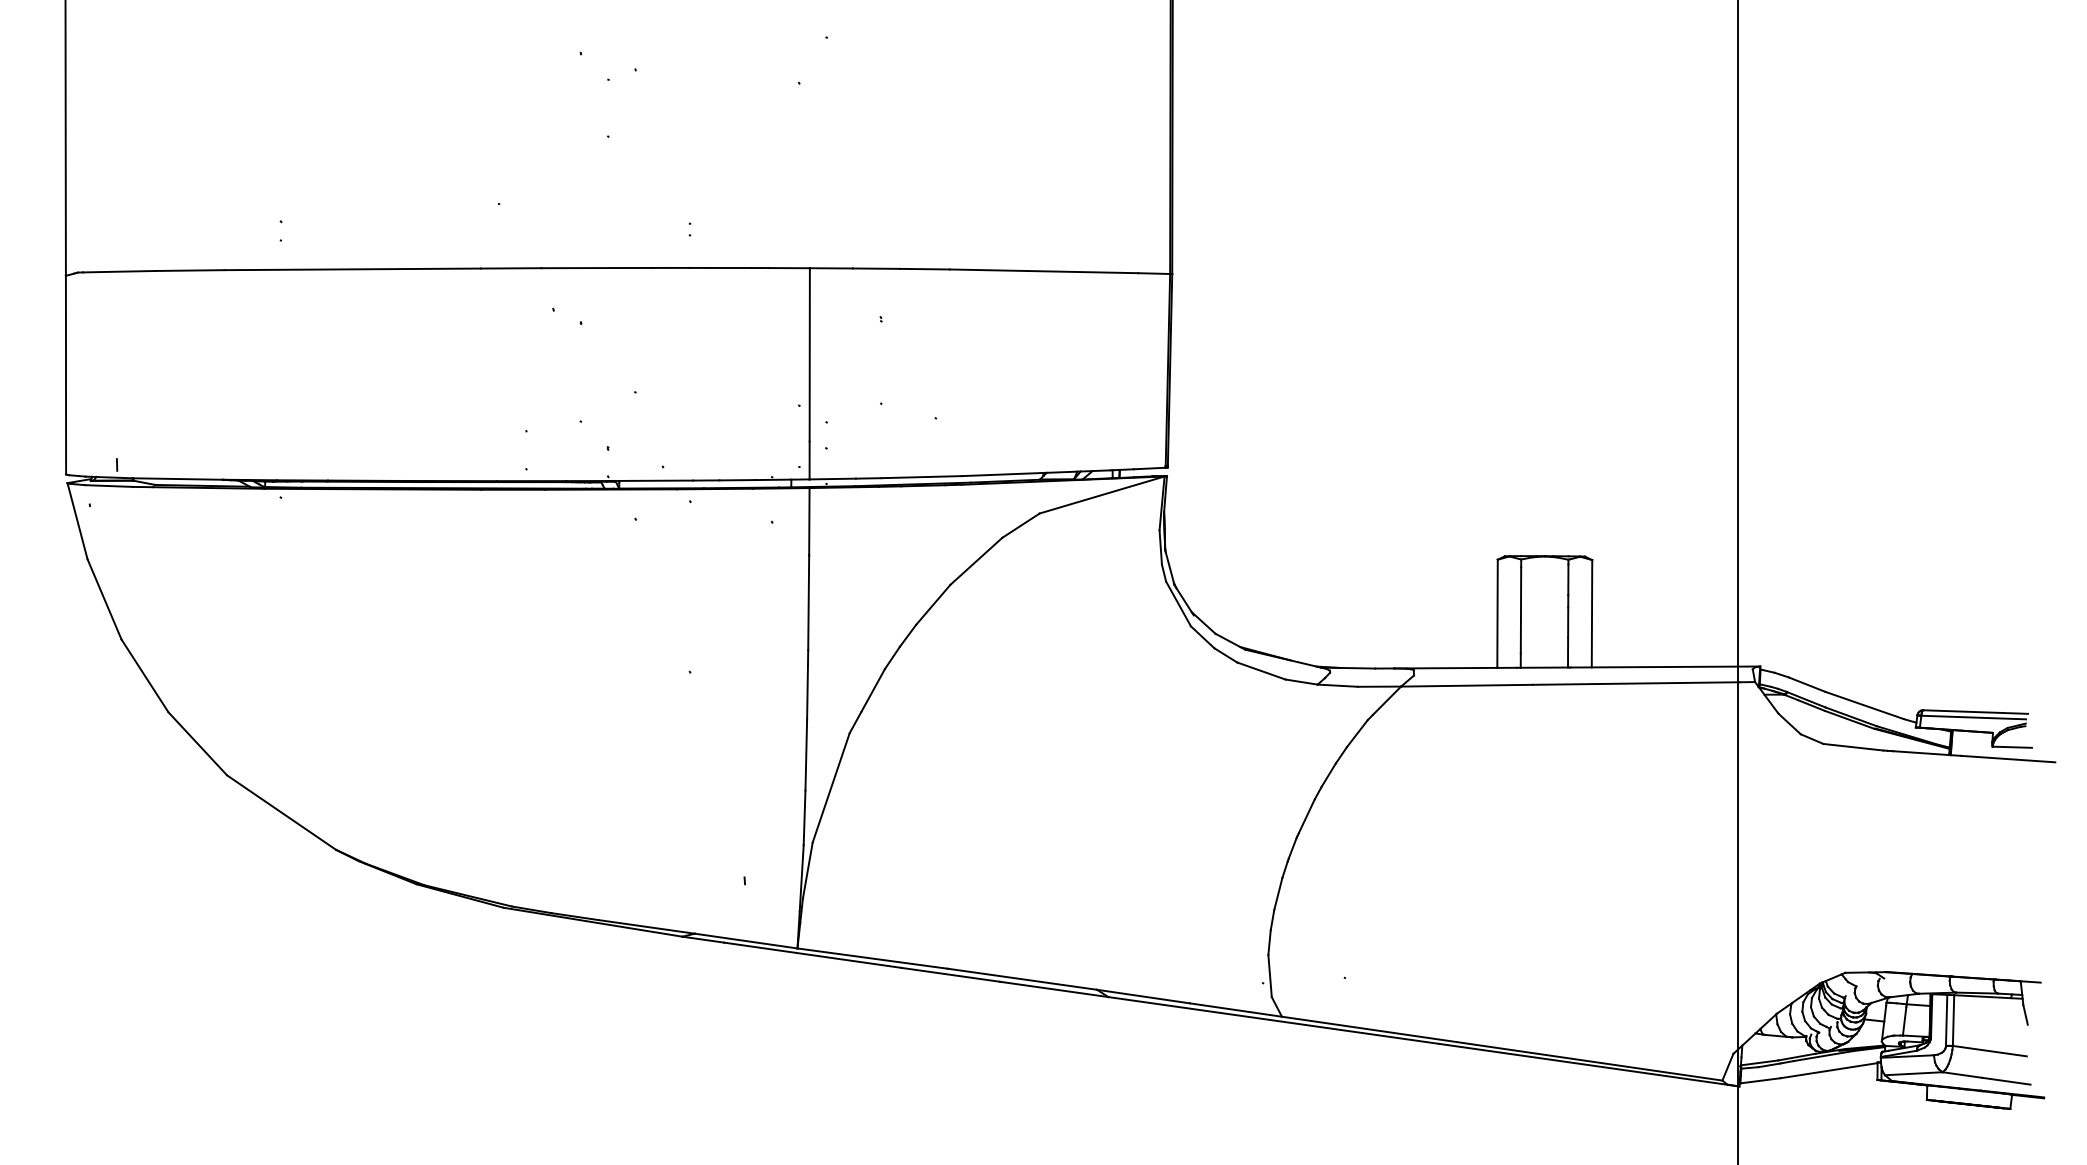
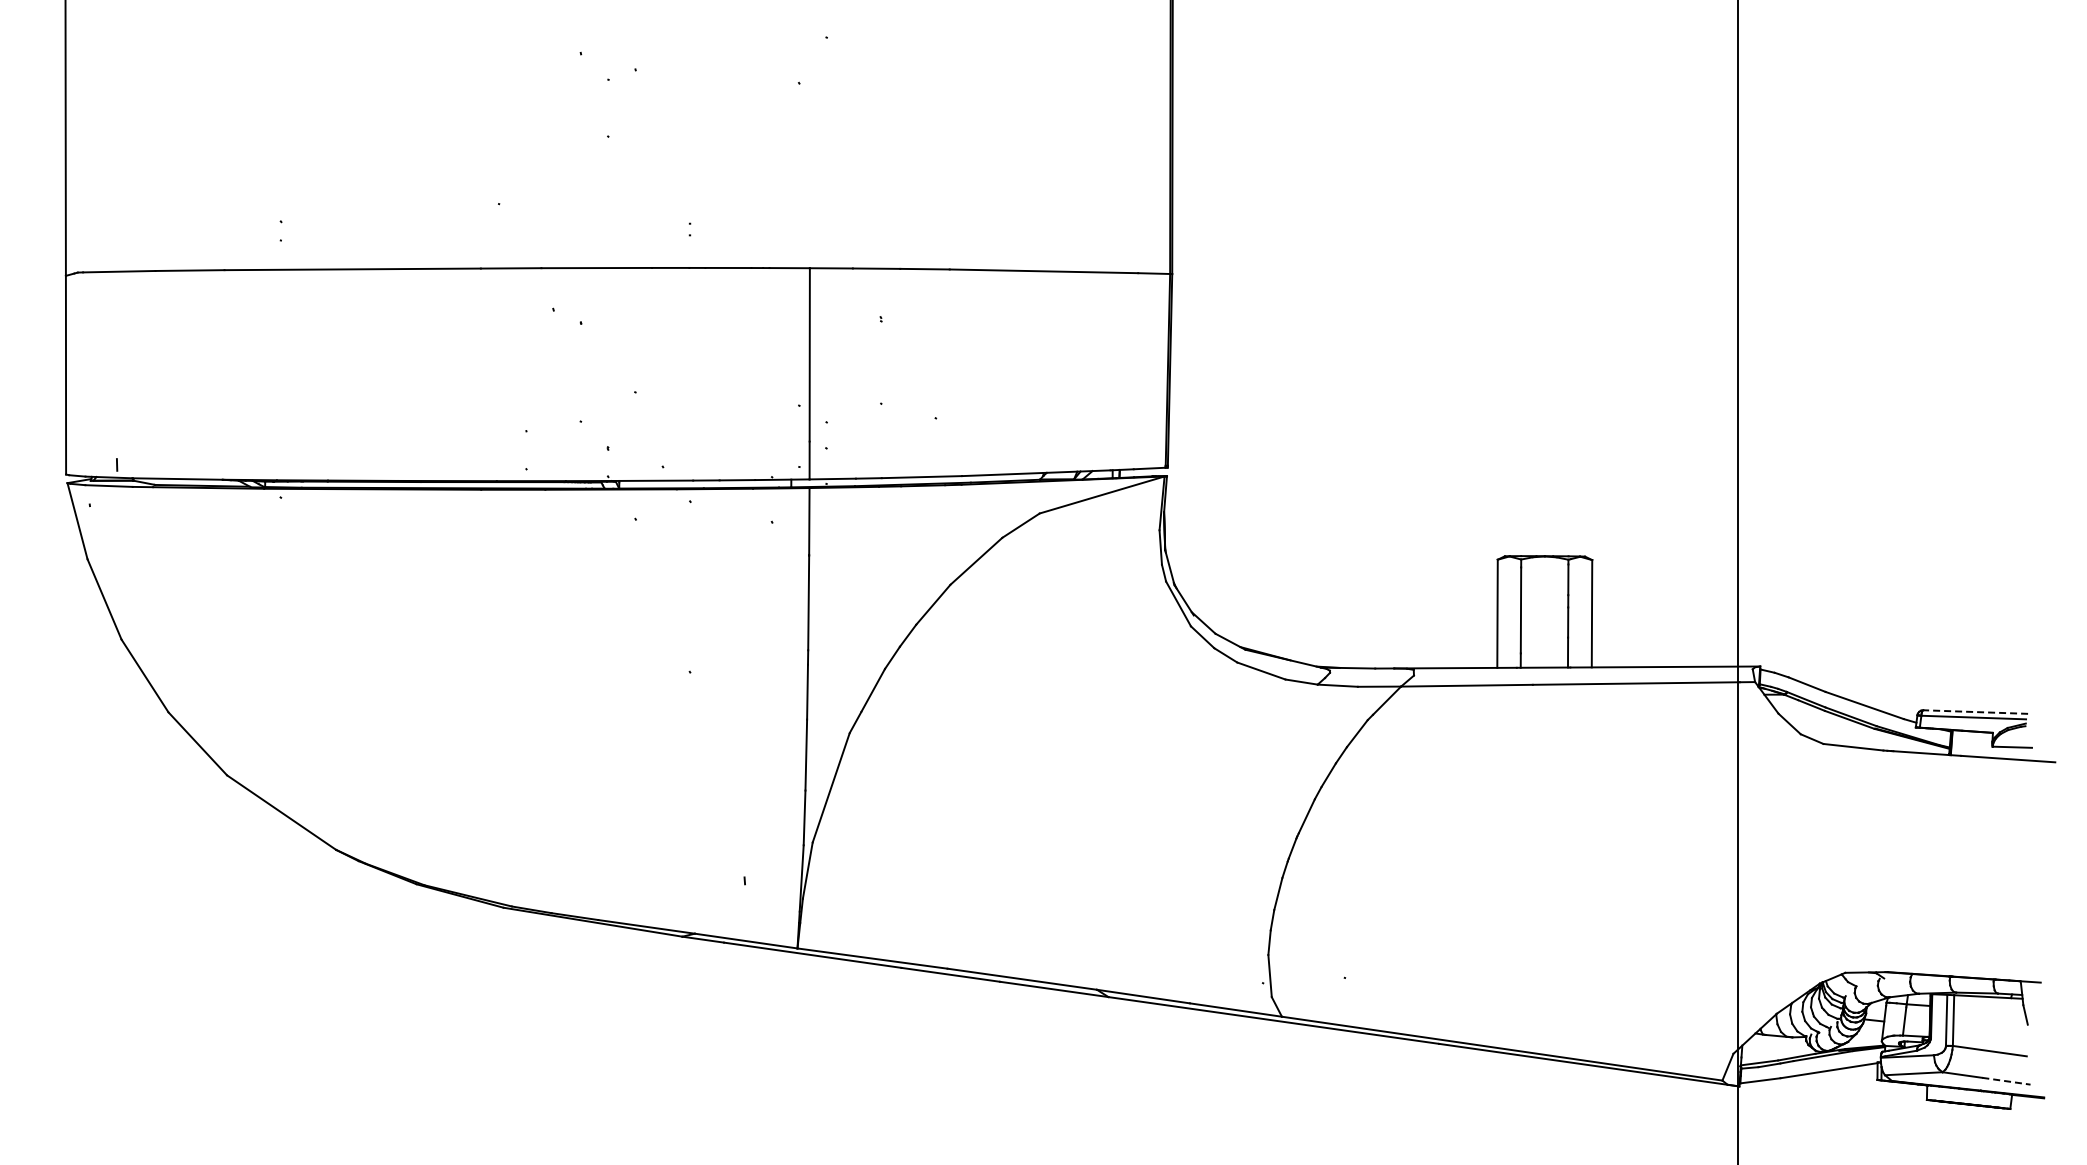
line at (1975, 712): solid -> dashed
line at (2006, 1081): solid -> dashed
